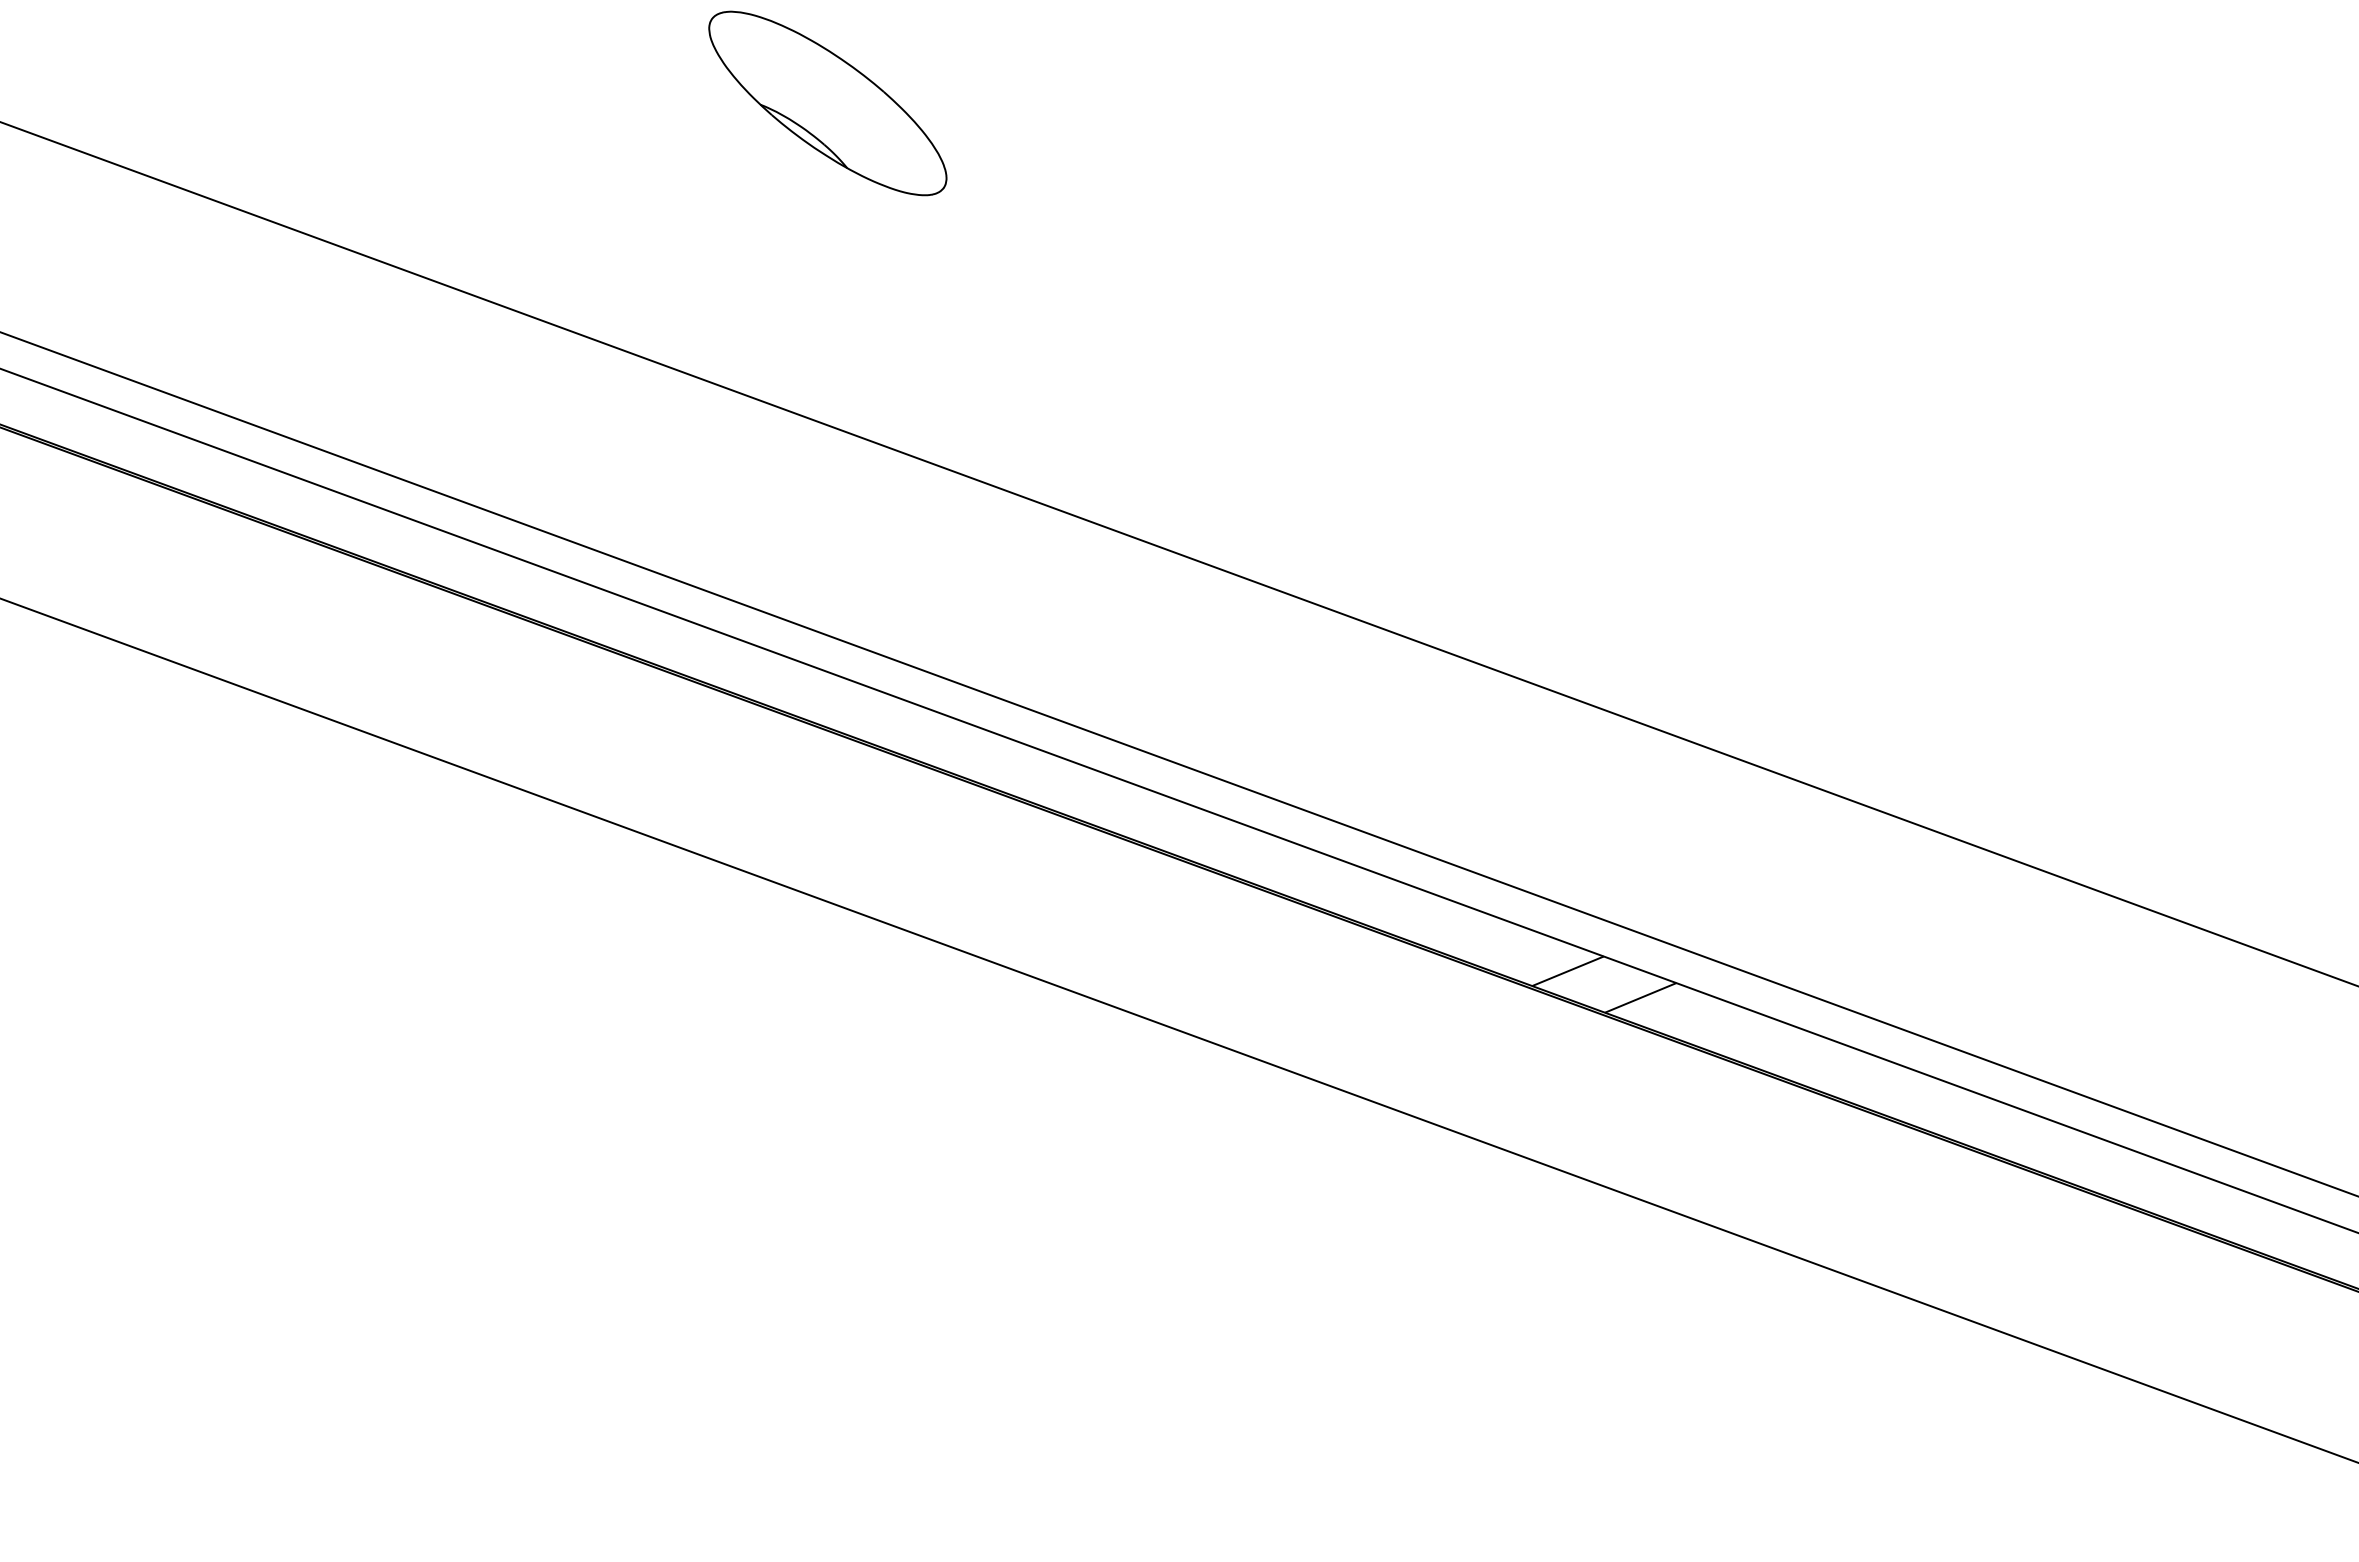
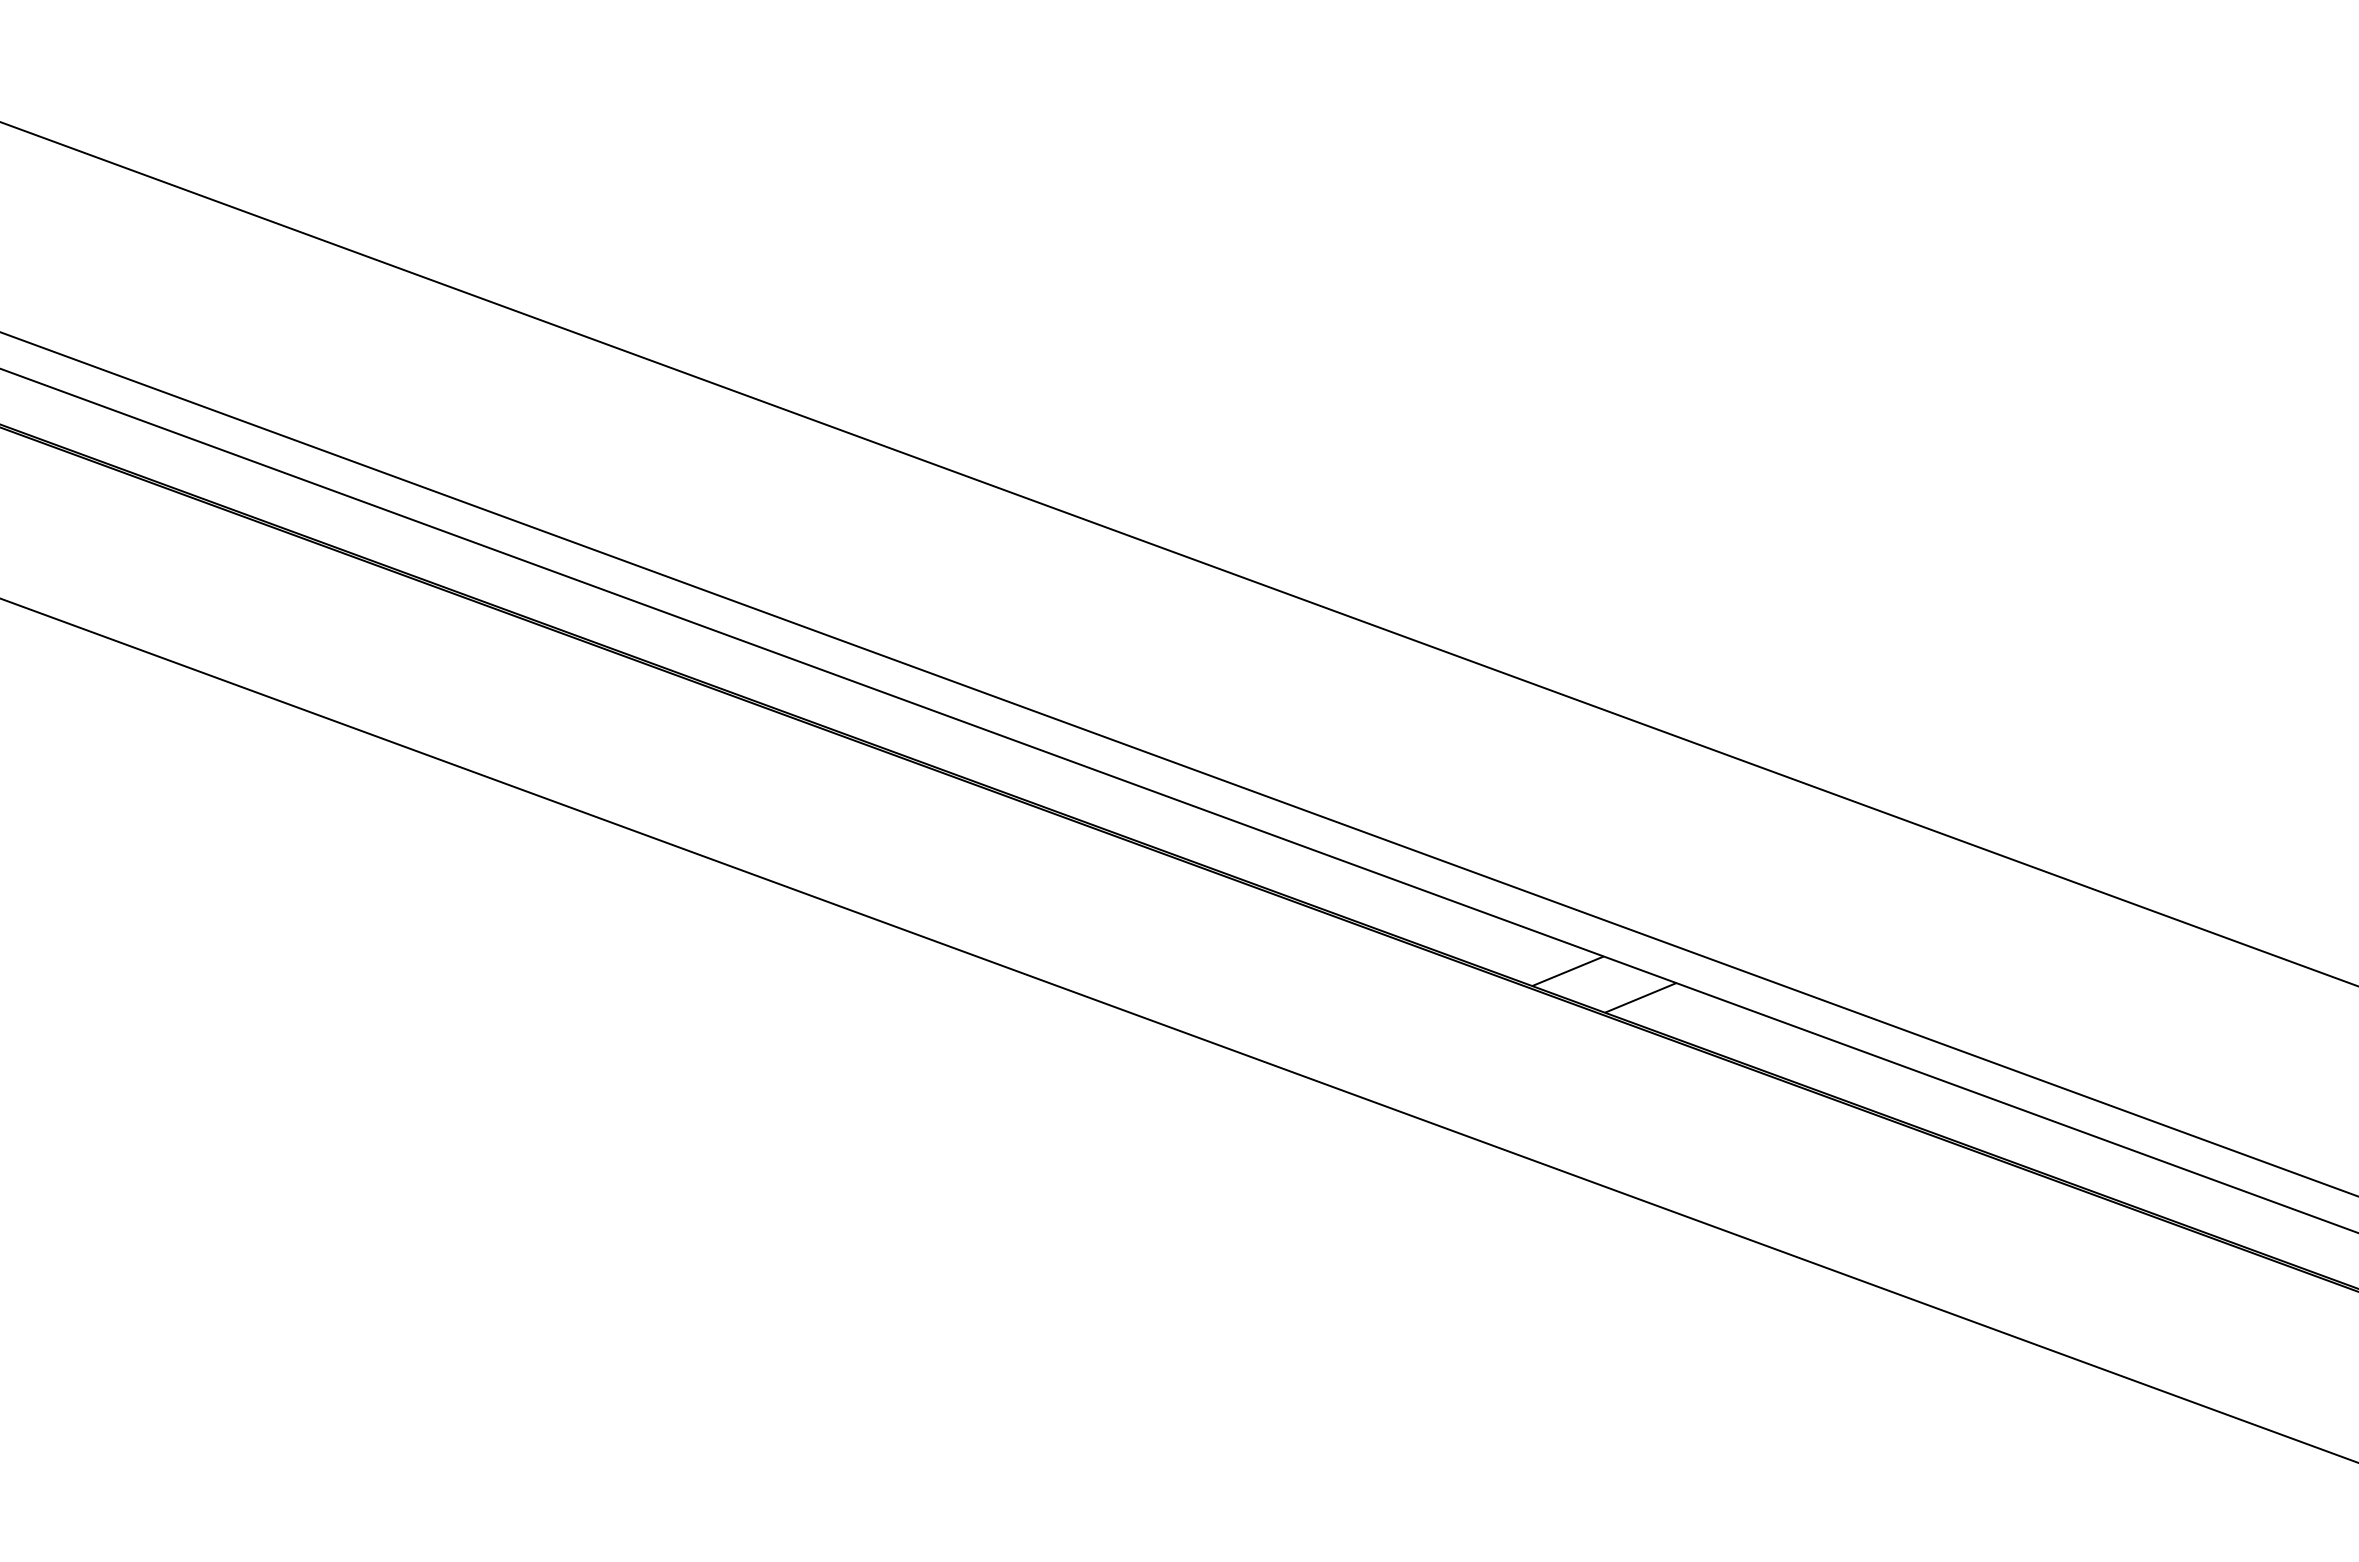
part at (827, 103): present -> none
